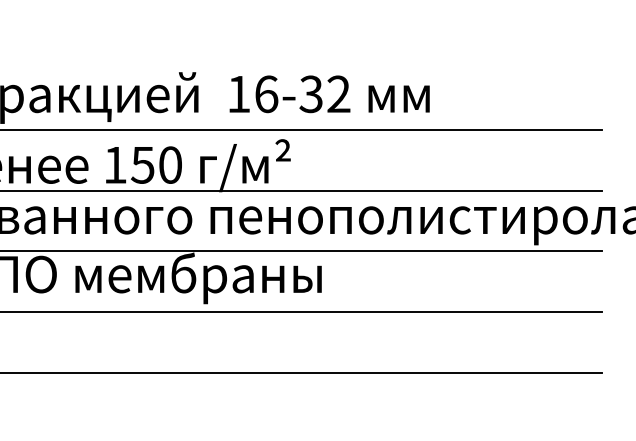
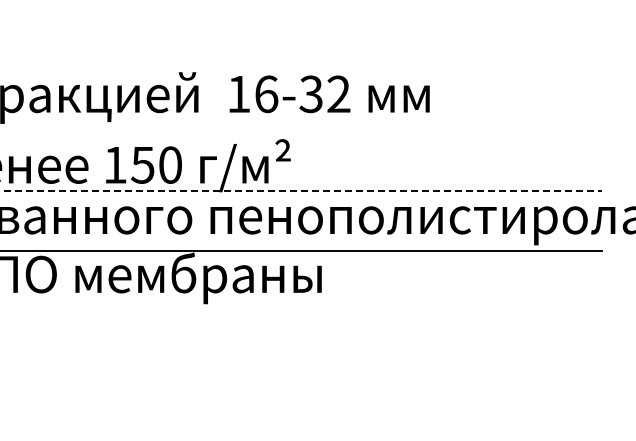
line at (301, 129): present -> none
line at (301, 190): solid -> dashed
line at (301, 312): present -> none
line at (301, 372): present -> none
